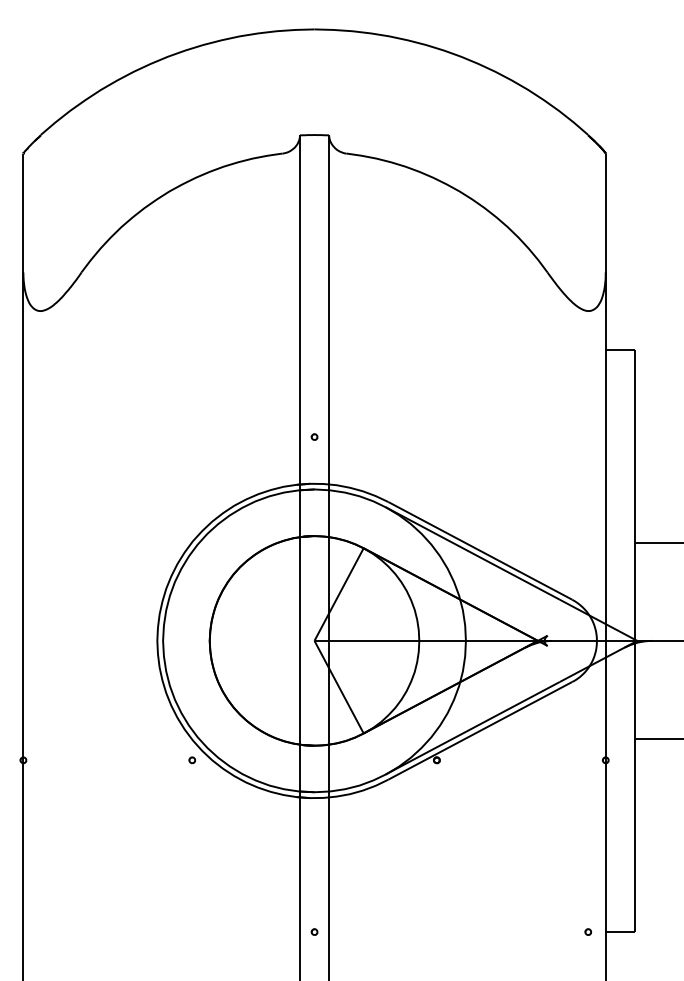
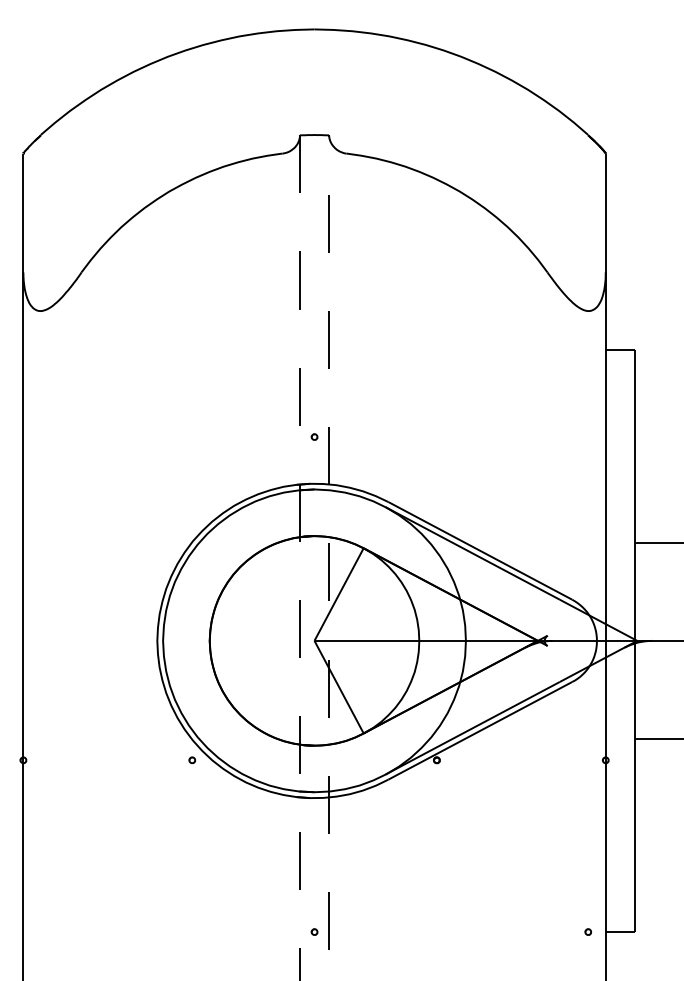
line at (299, 558): solid -> dashed
line at (329, 558): solid -> dashed
